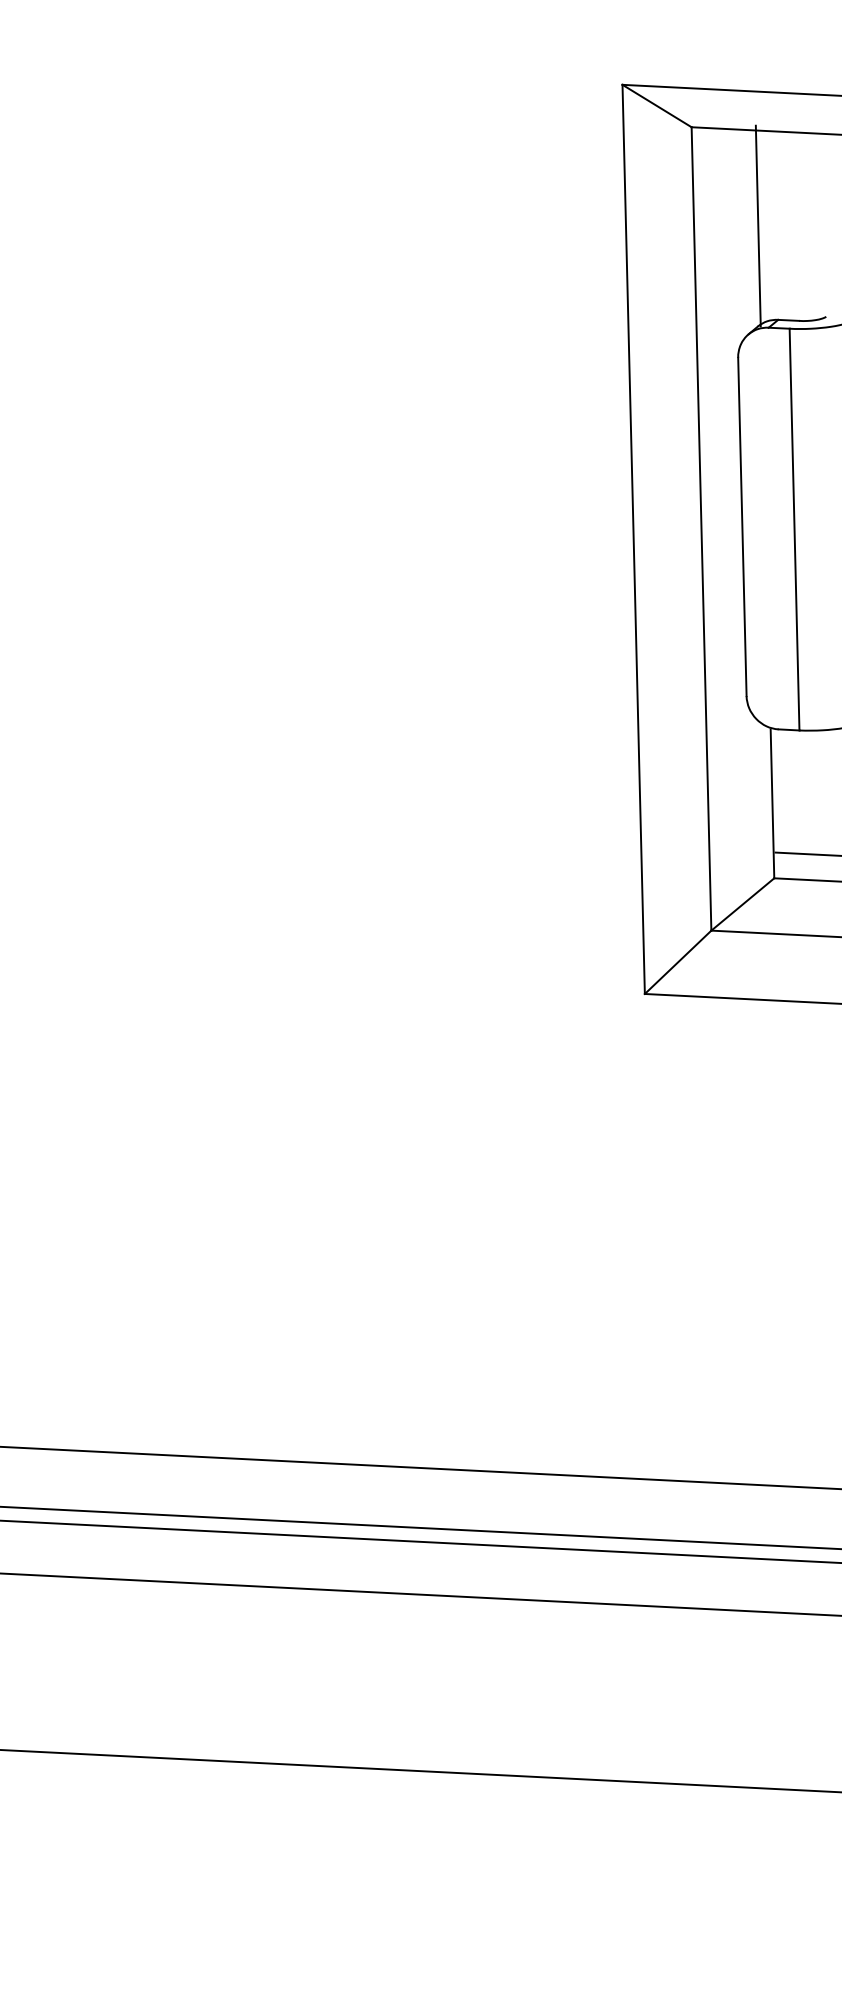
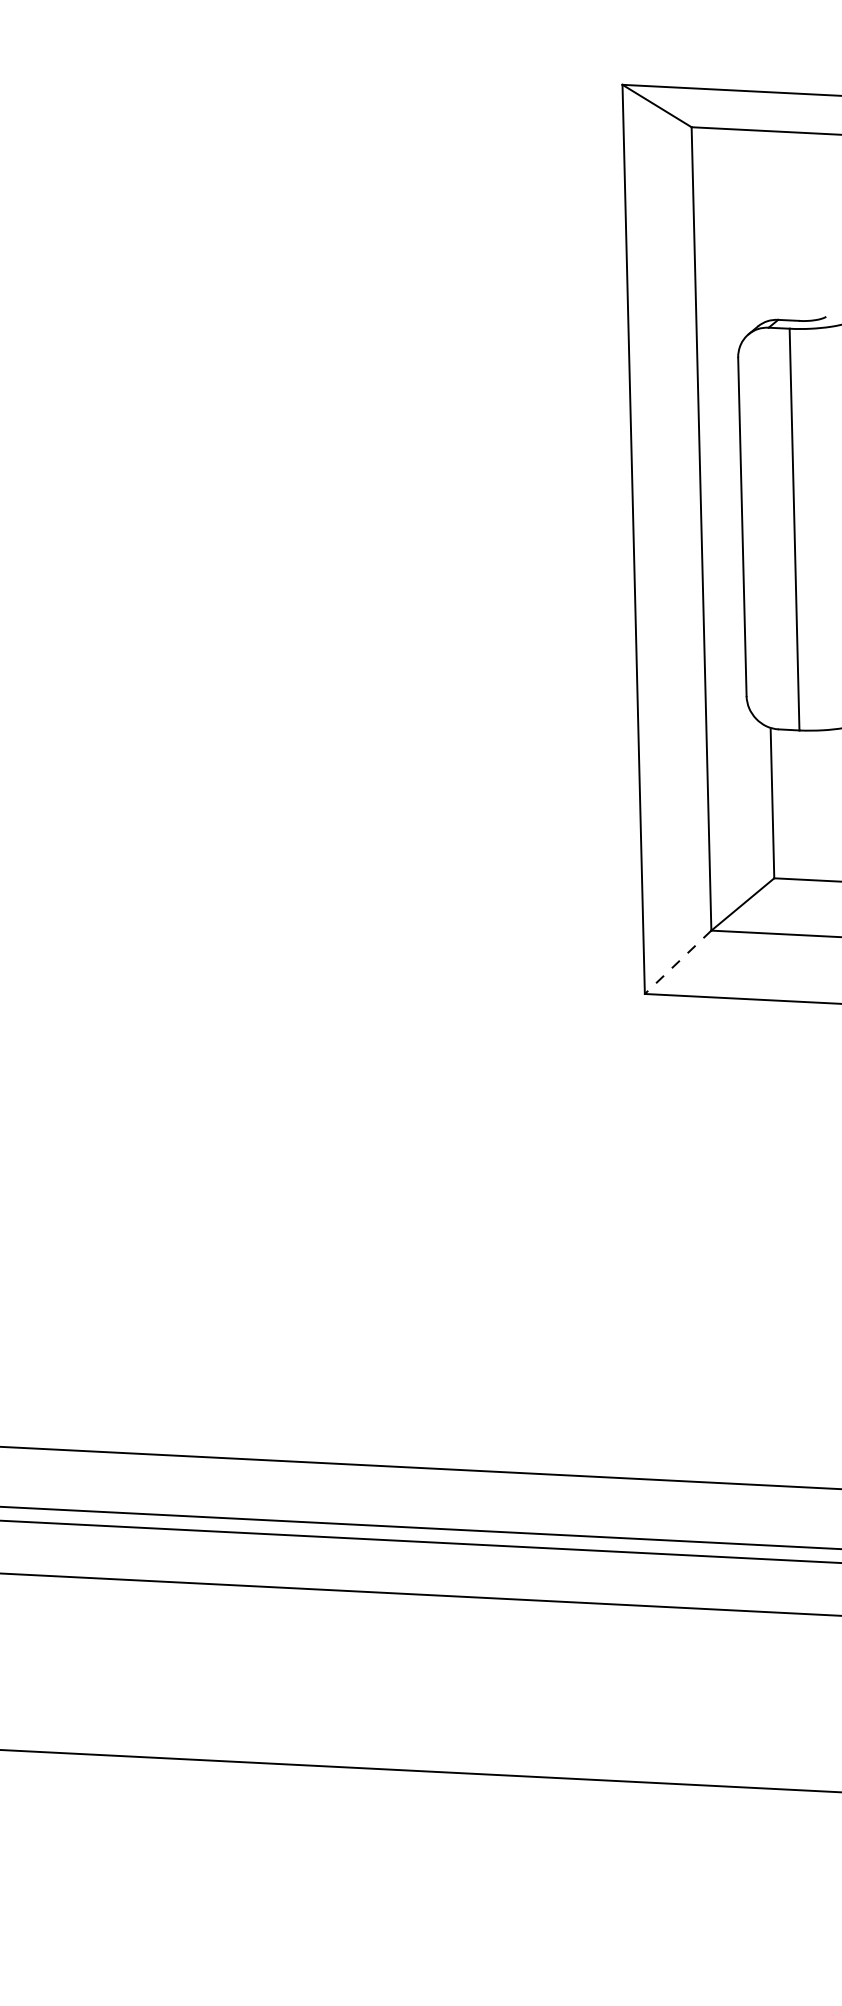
line at (757, 225): present -> none
line at (806, 853): present -> none
line at (678, 962): solid -> dashed
